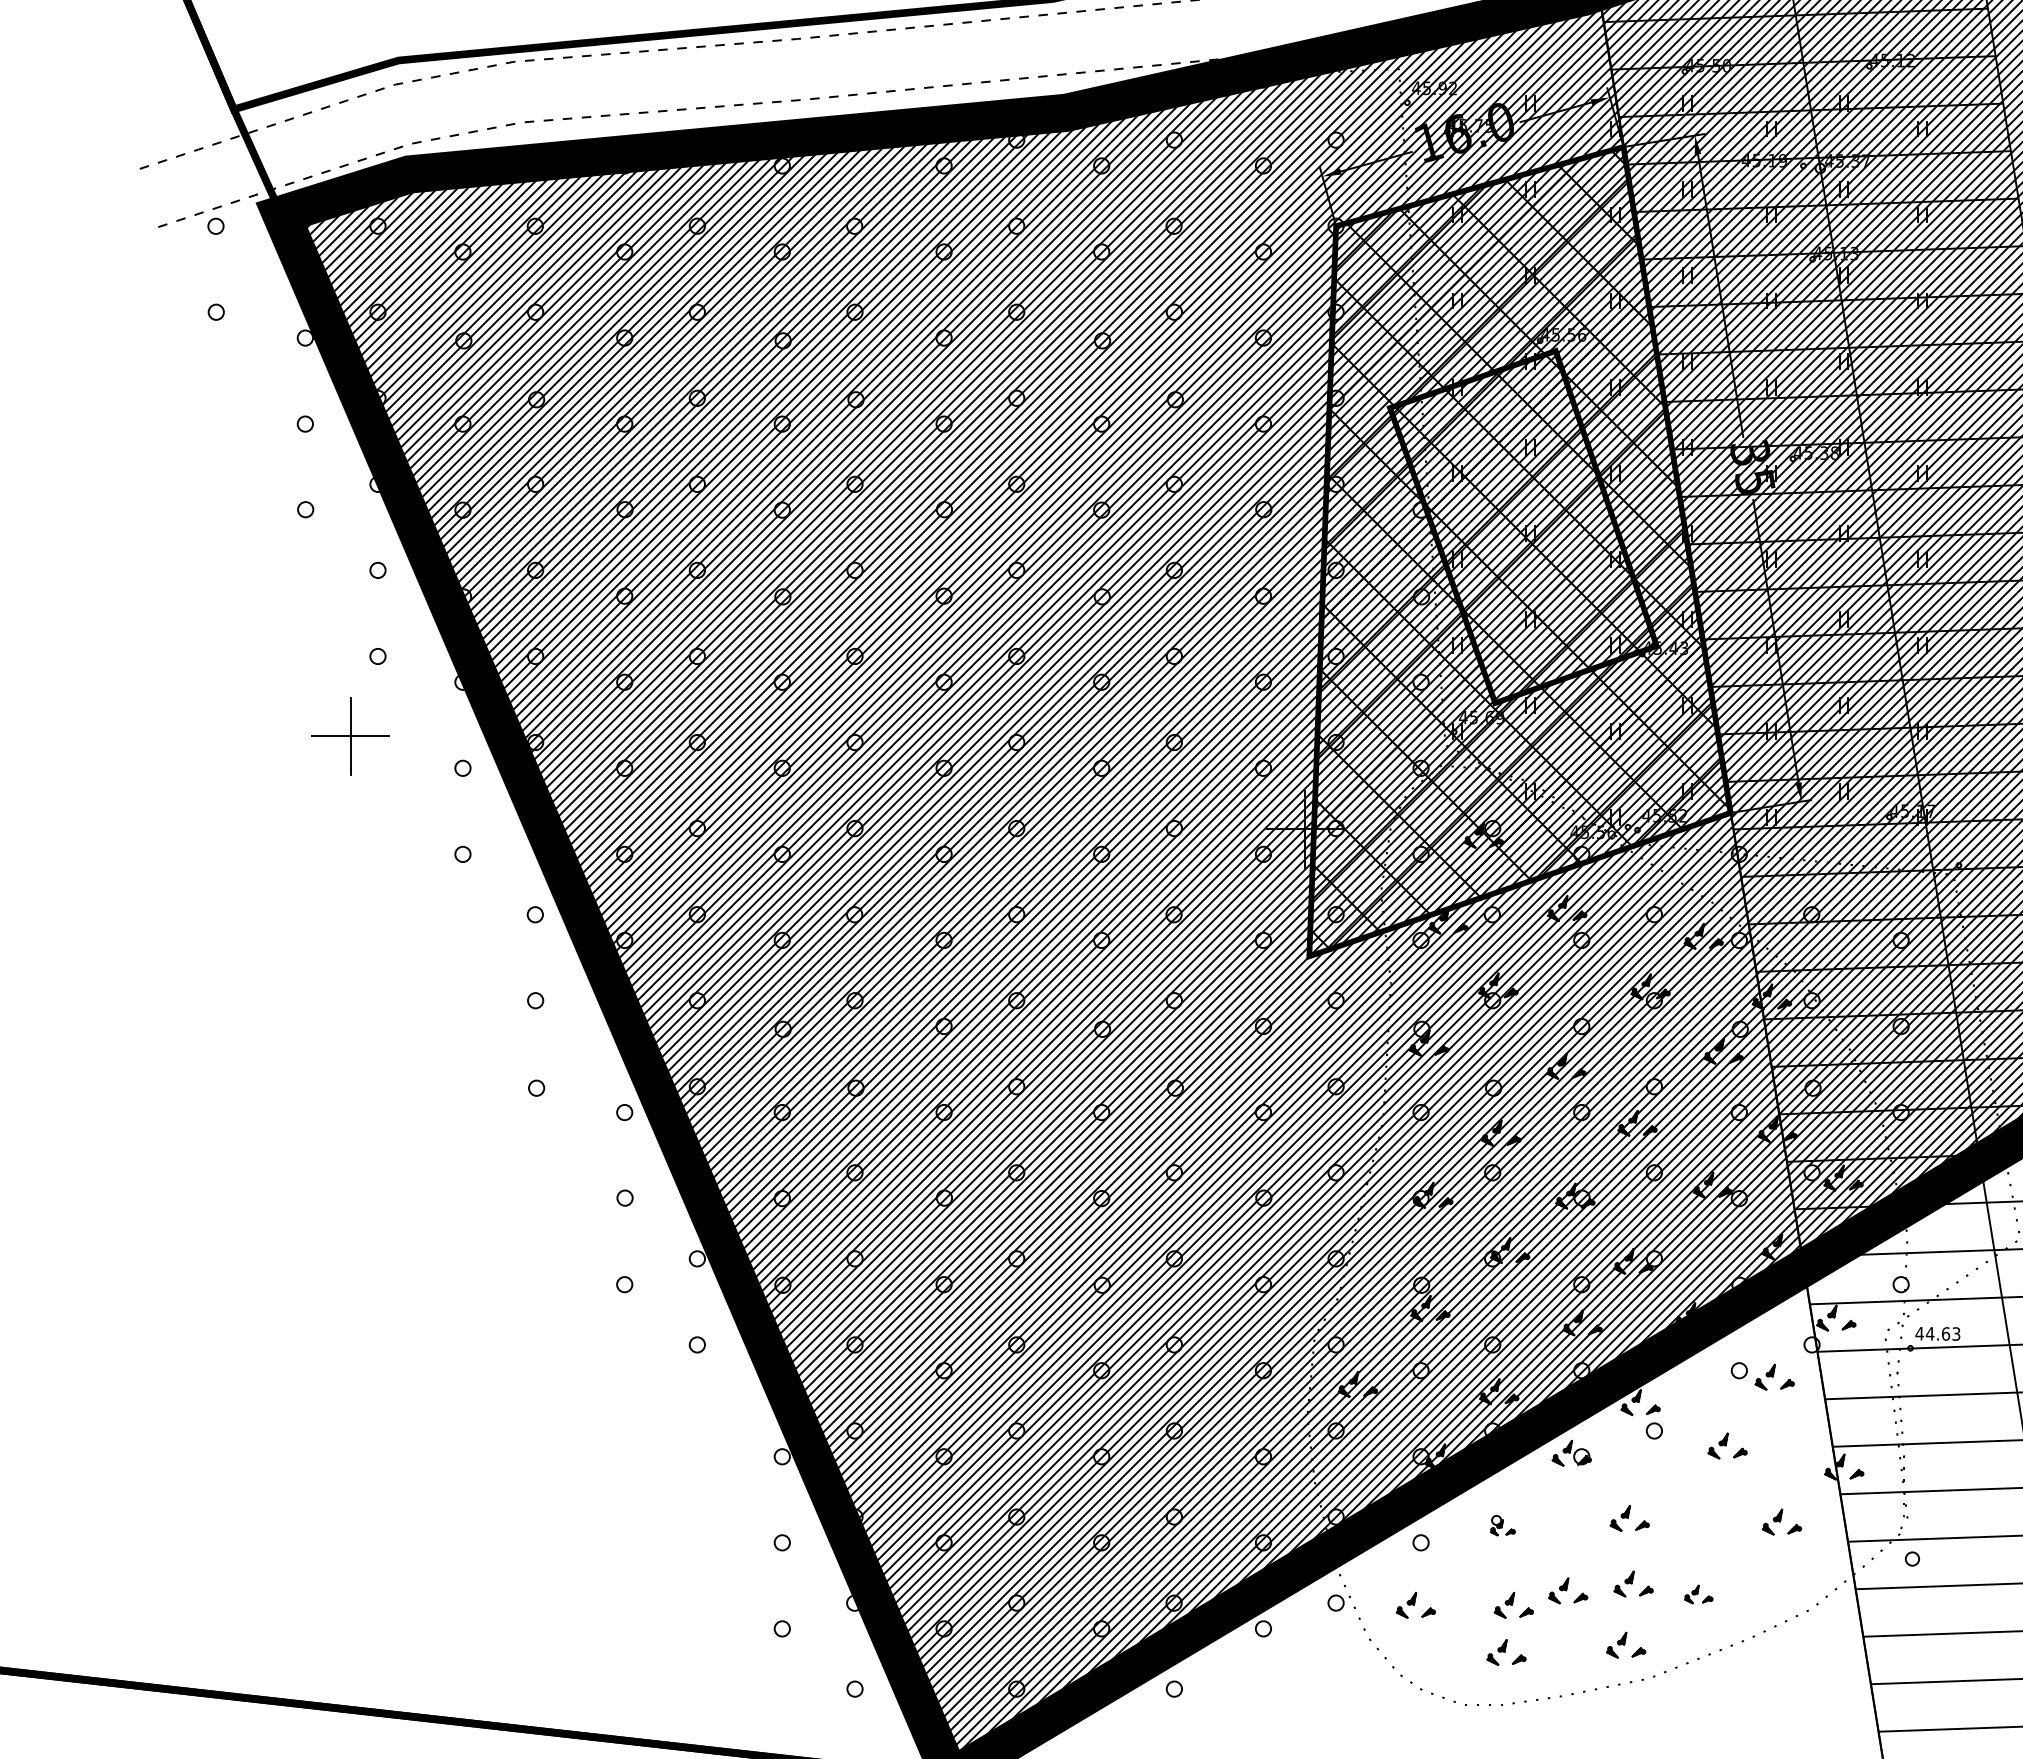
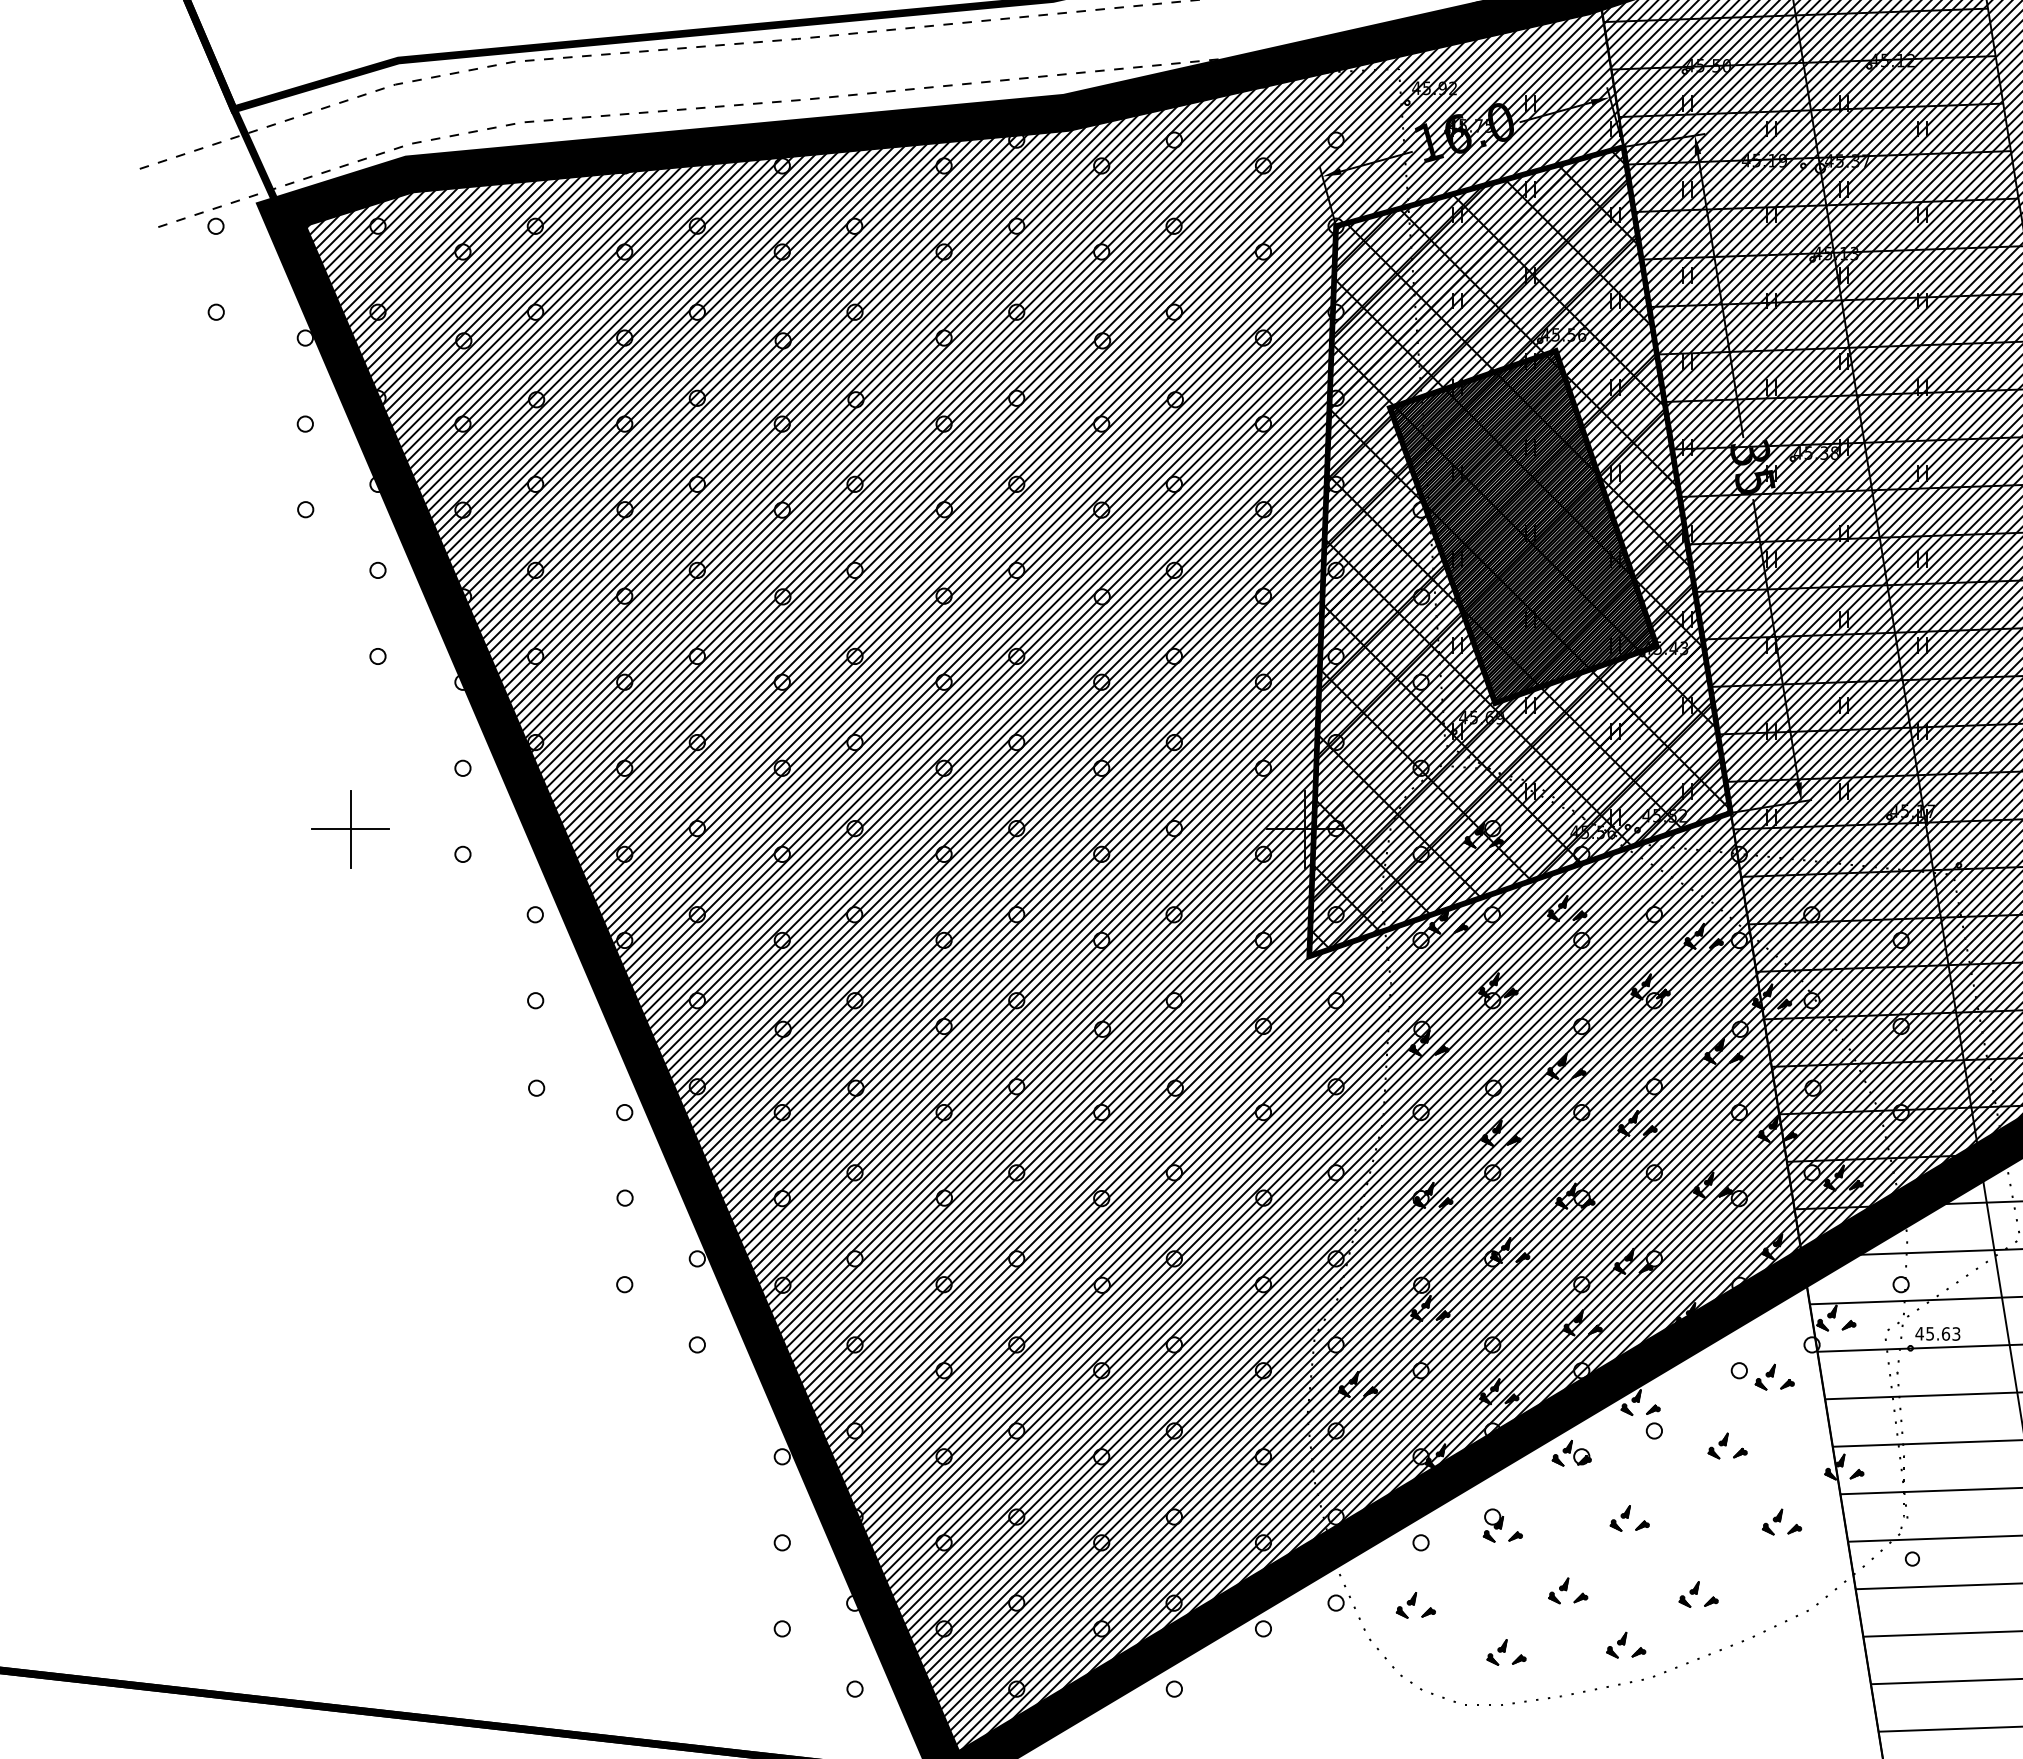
hatch at (1523, 526): none -> present
part at (350, 736) position: (350, 736) -> (350, 829)
text at (1929, 1333): 44.63 -> 45.63
part at (1502, 1525) size: 26x22 px -> 41x35 px
part at (1633, 1583): present -> none
part at (1698, 1594) size: 30x21 px -> 41x27 px
part at (1513, 1605): present -> none
